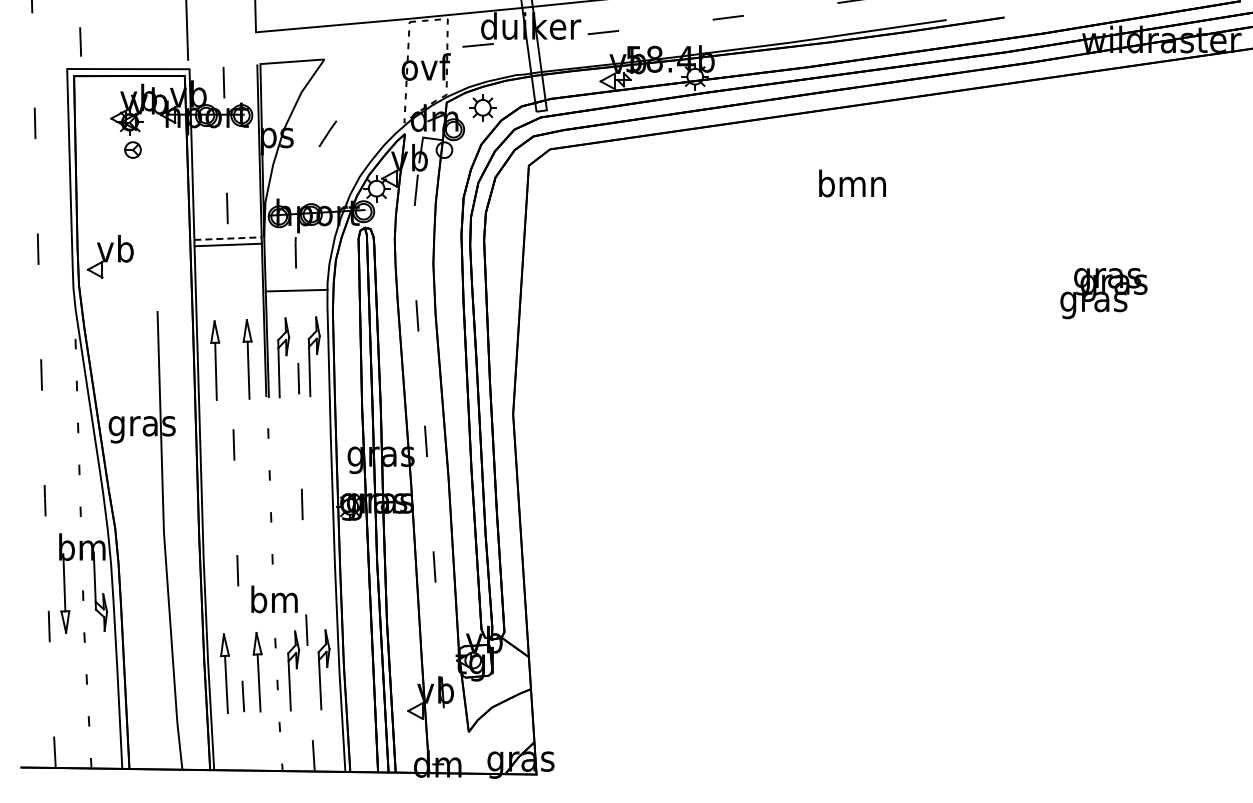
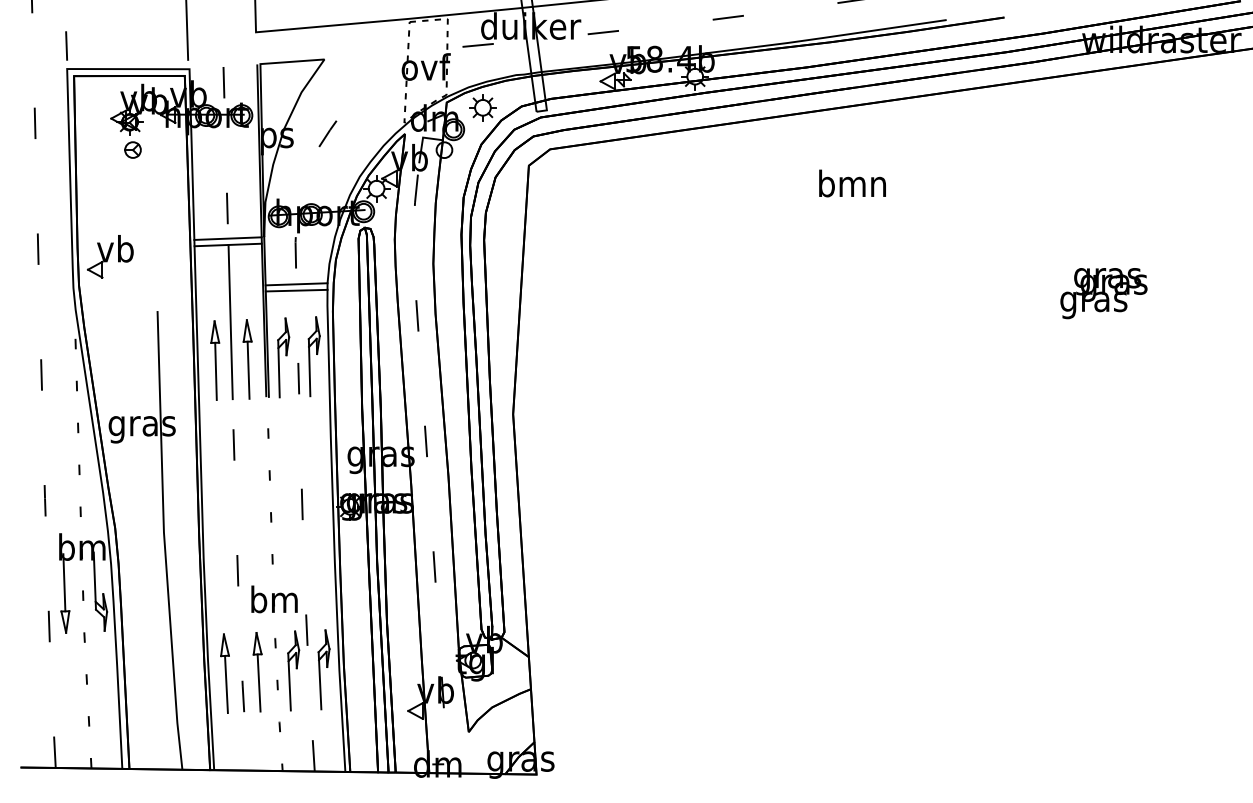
line at (80, 41) position: (80, 41) -> (66, 45)
line at (228, 238): dashed -> solid
line at (296, 284): none -> present
line at (230, 321): none -> present
